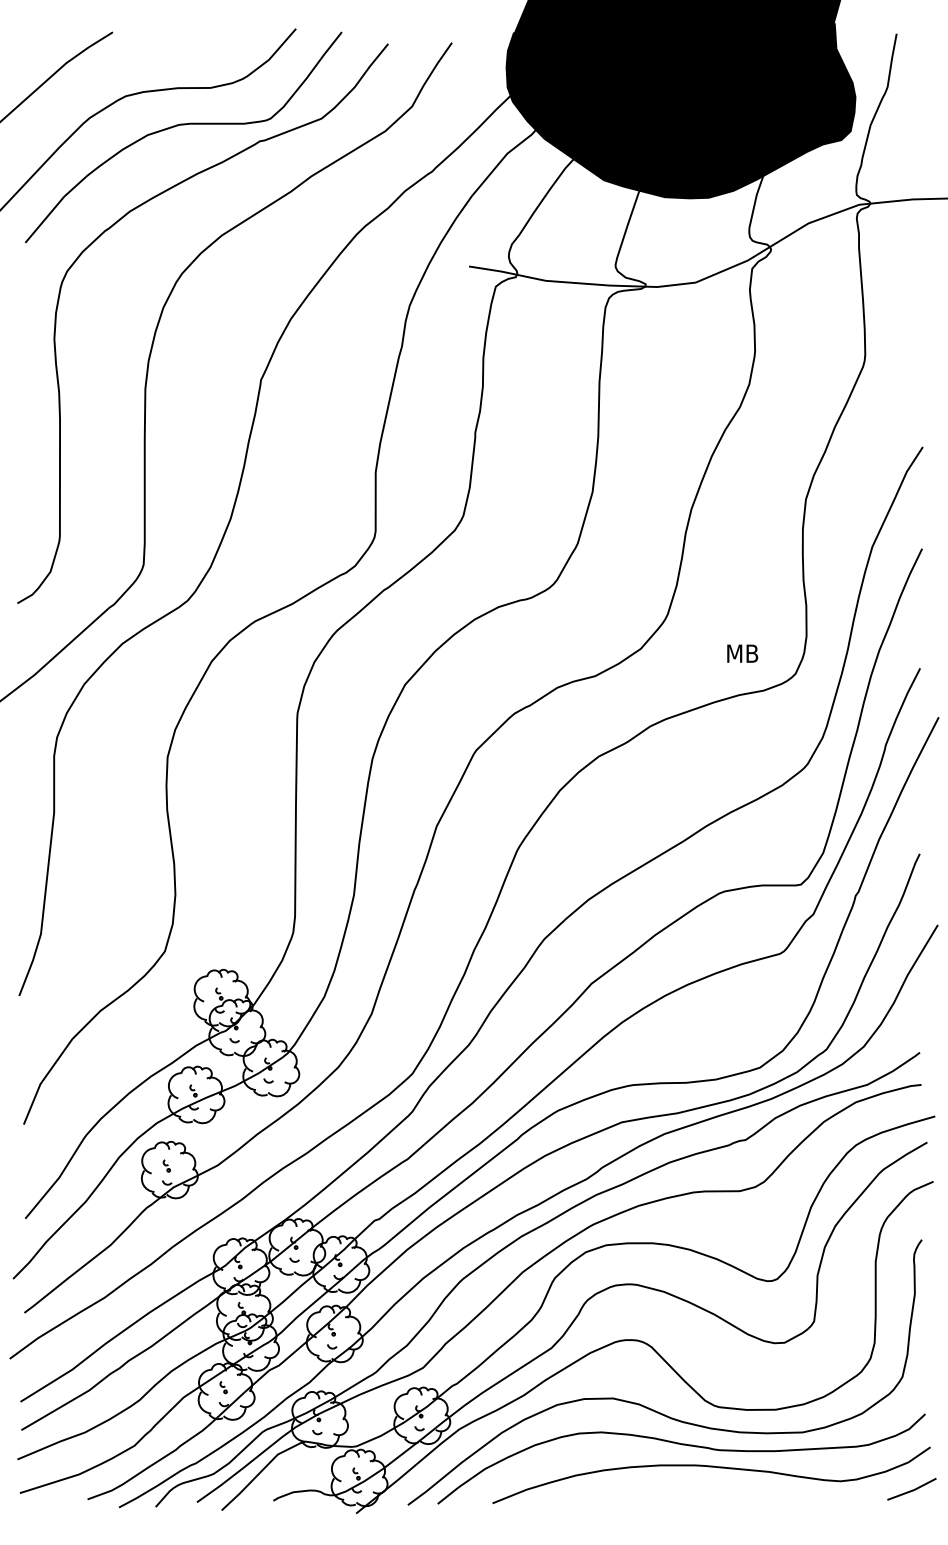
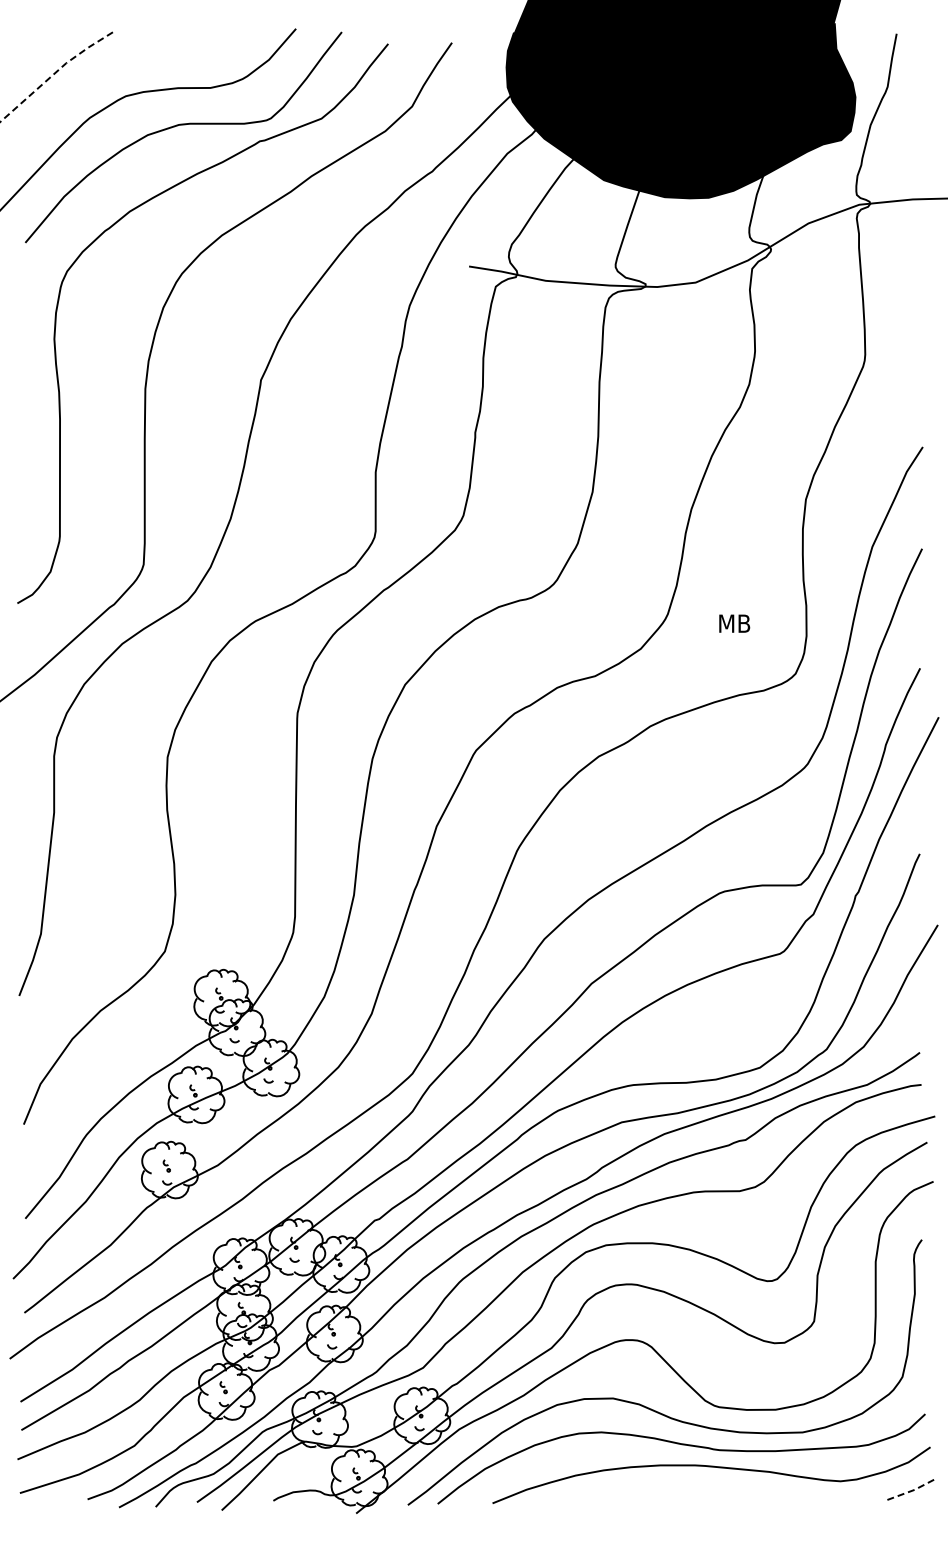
line at (55, 73): solid -> dashed
text at (742, 653) position: (742, 653) -> (734, 623)
line at (913, 1490): solid -> dashed
